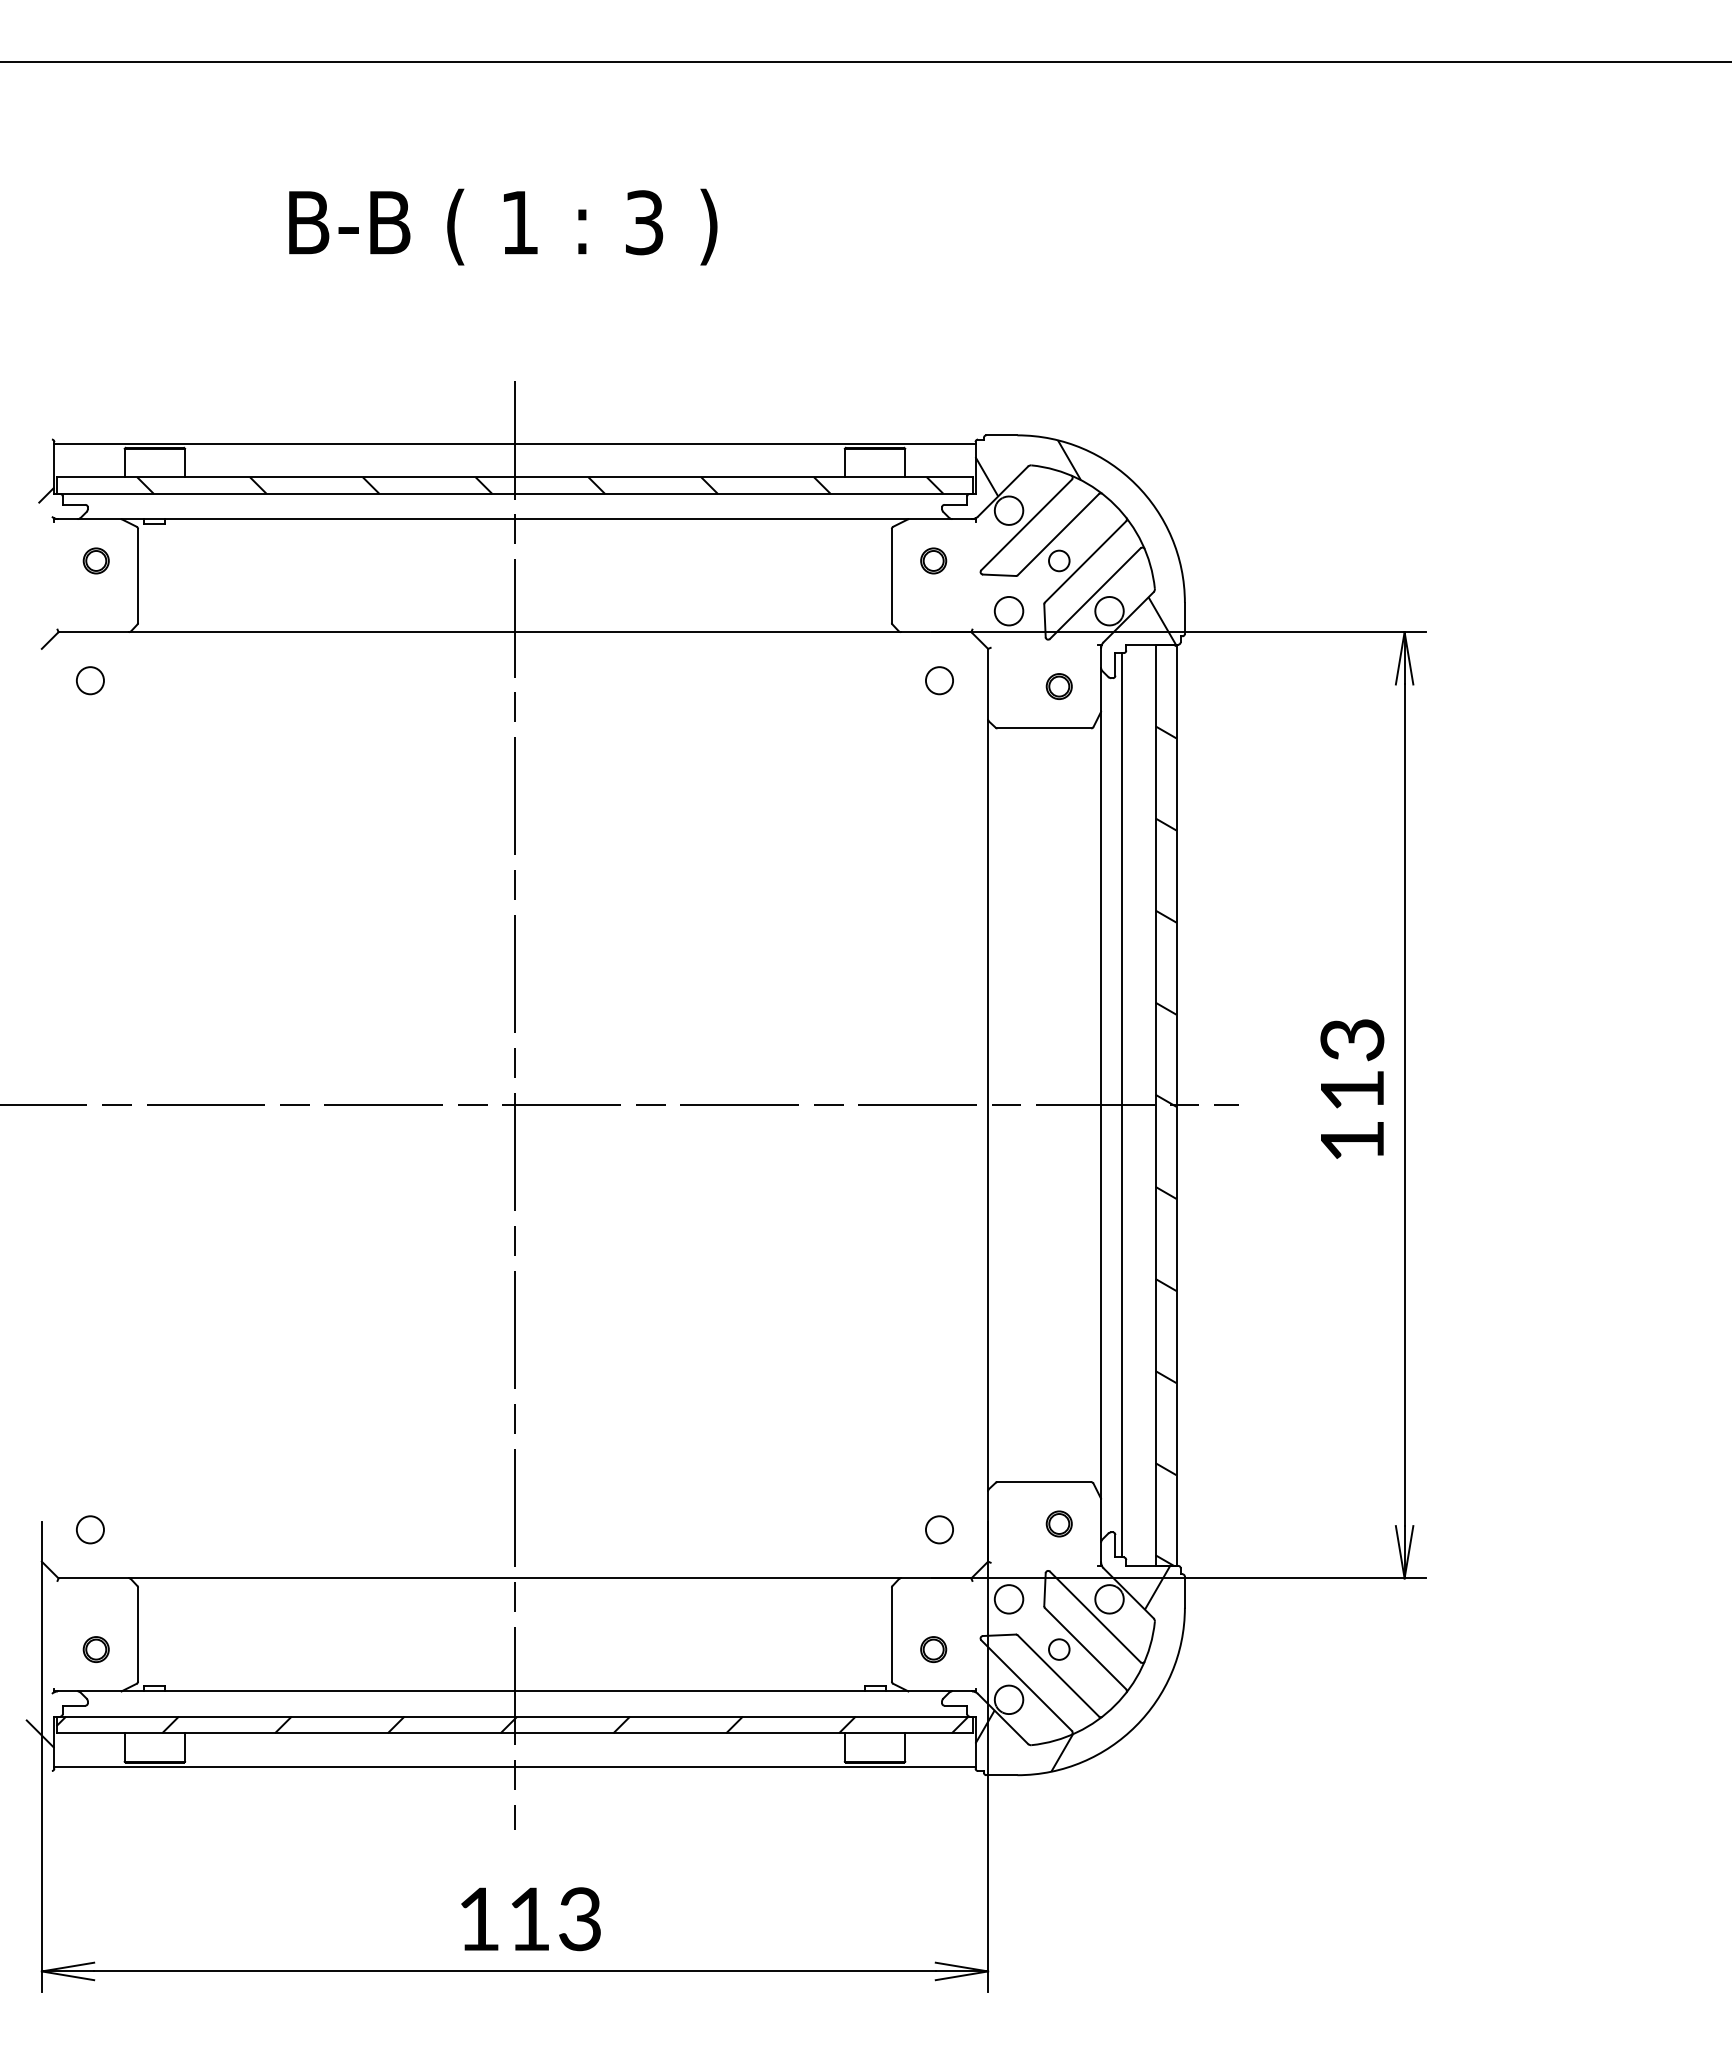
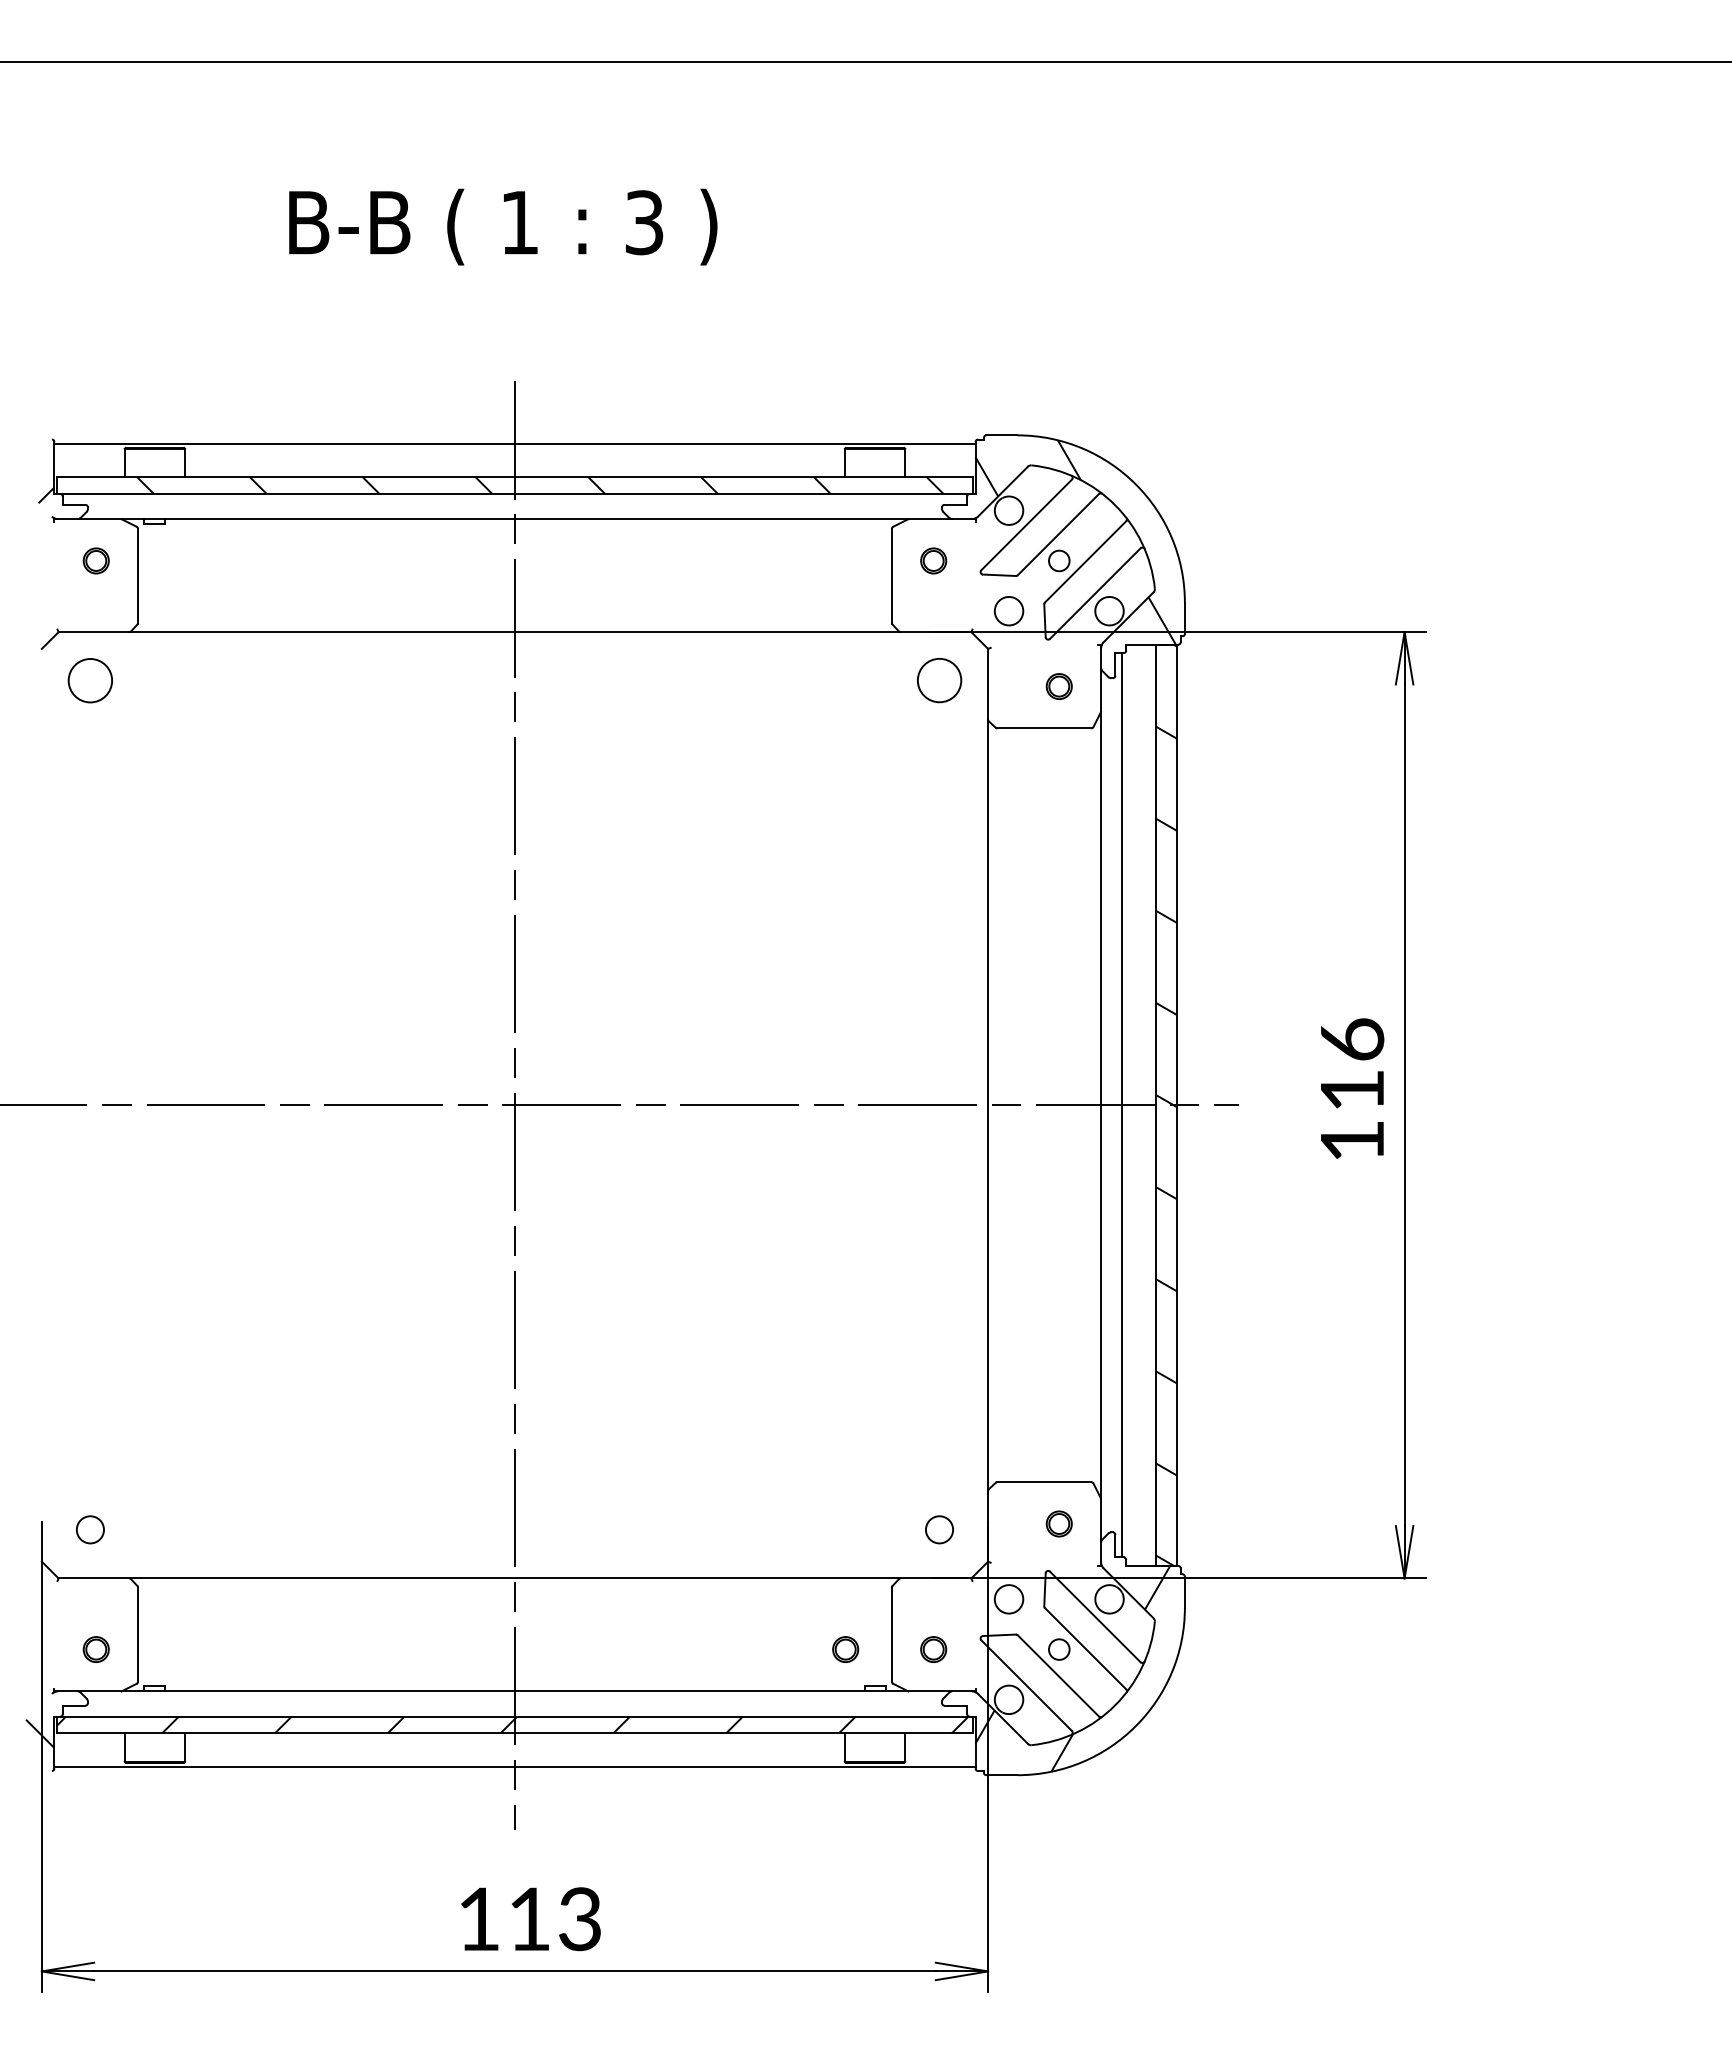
circle at (89, 680) diameter: 27 px -> 43 px
circle at (939, 680) size: 29x30 px -> 46x46 px
text at (1352, 1039): 113 -> 116
part at (845, 1649): none -> present
